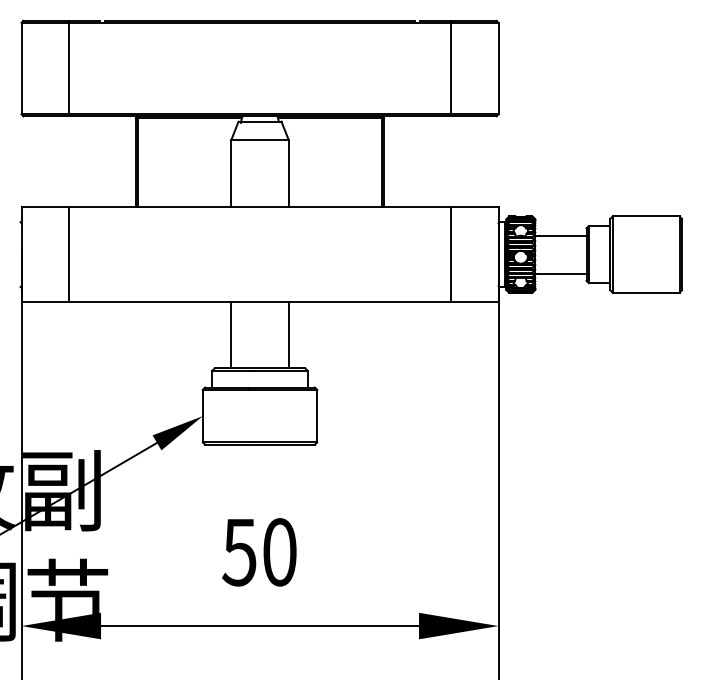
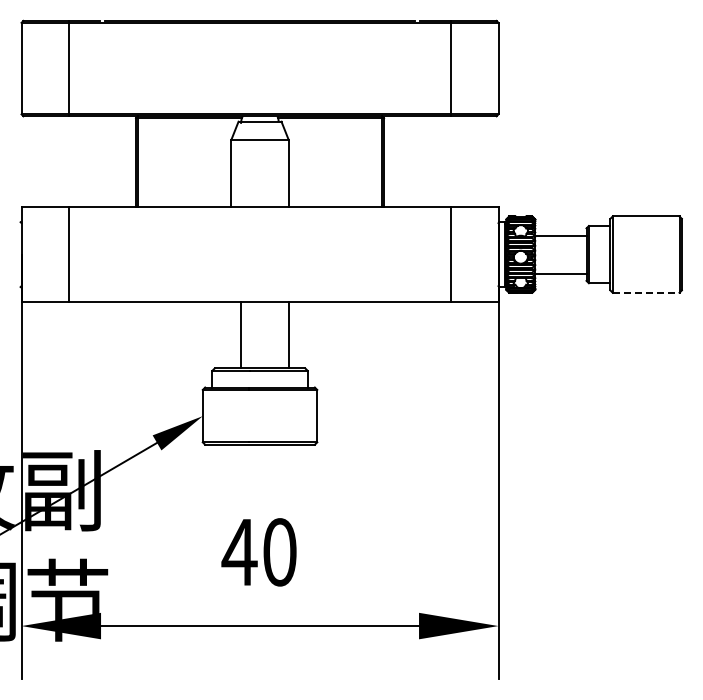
line at (646, 292): solid -> dashed
line at (231, 335) position: (231, 335) -> (241, 335)
text at (239, 552): 50 -> 40
